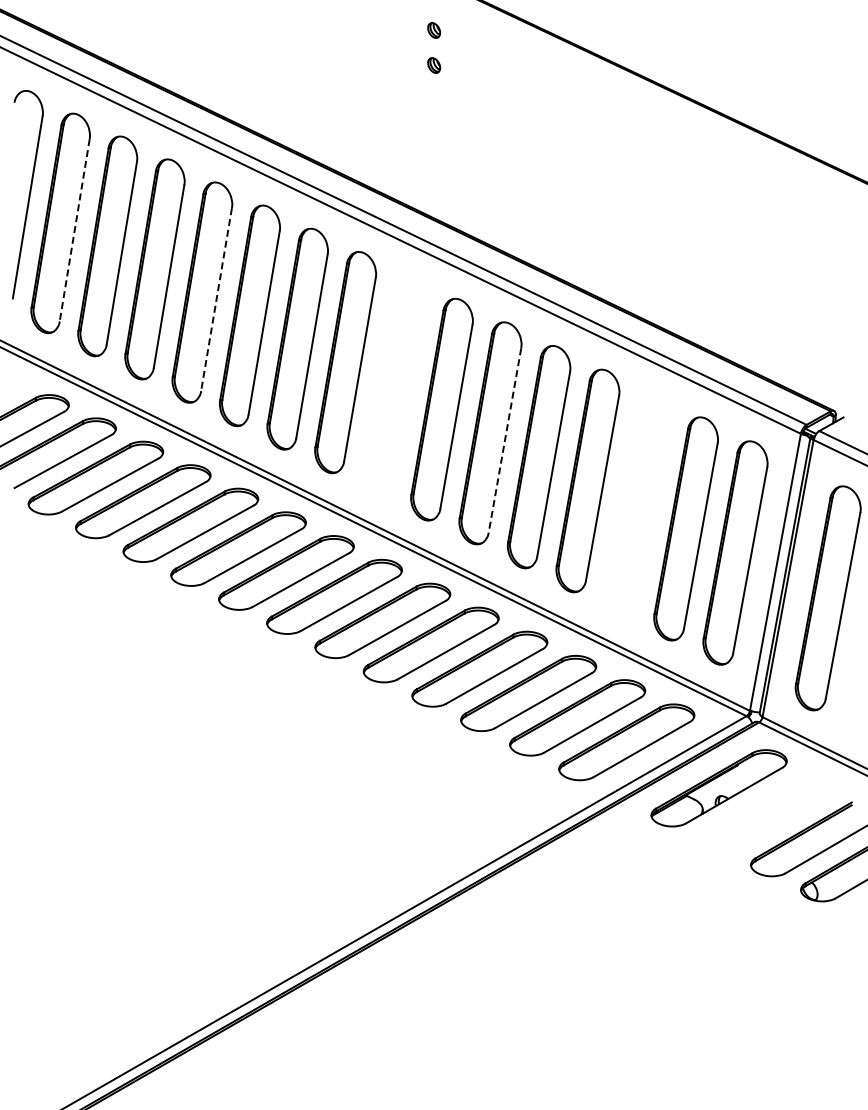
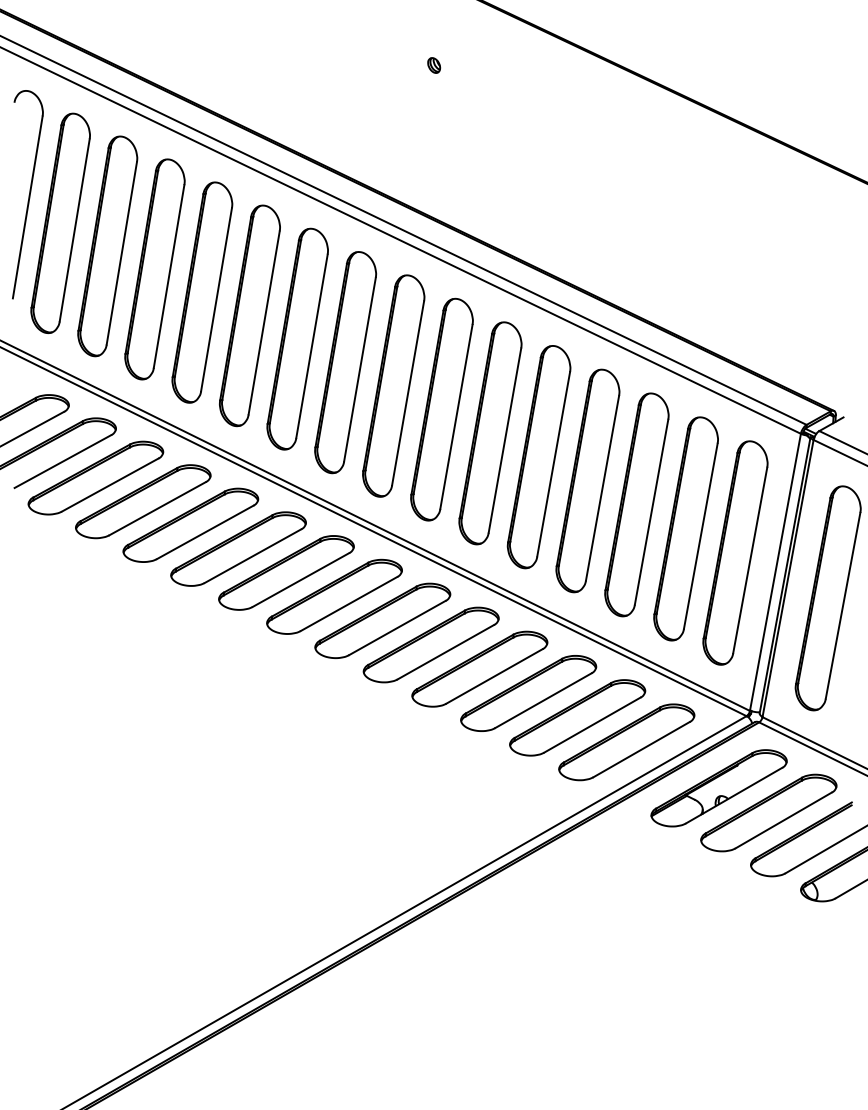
part at (434, 30): present -> none
line at (74, 230): dashed -> solid
line at (216, 299): dashed -> solid
part at (393, 385): none -> present
line at (504, 440): dashed -> solid
part at (636, 504): none -> present
part at (768, 812): none -> present
